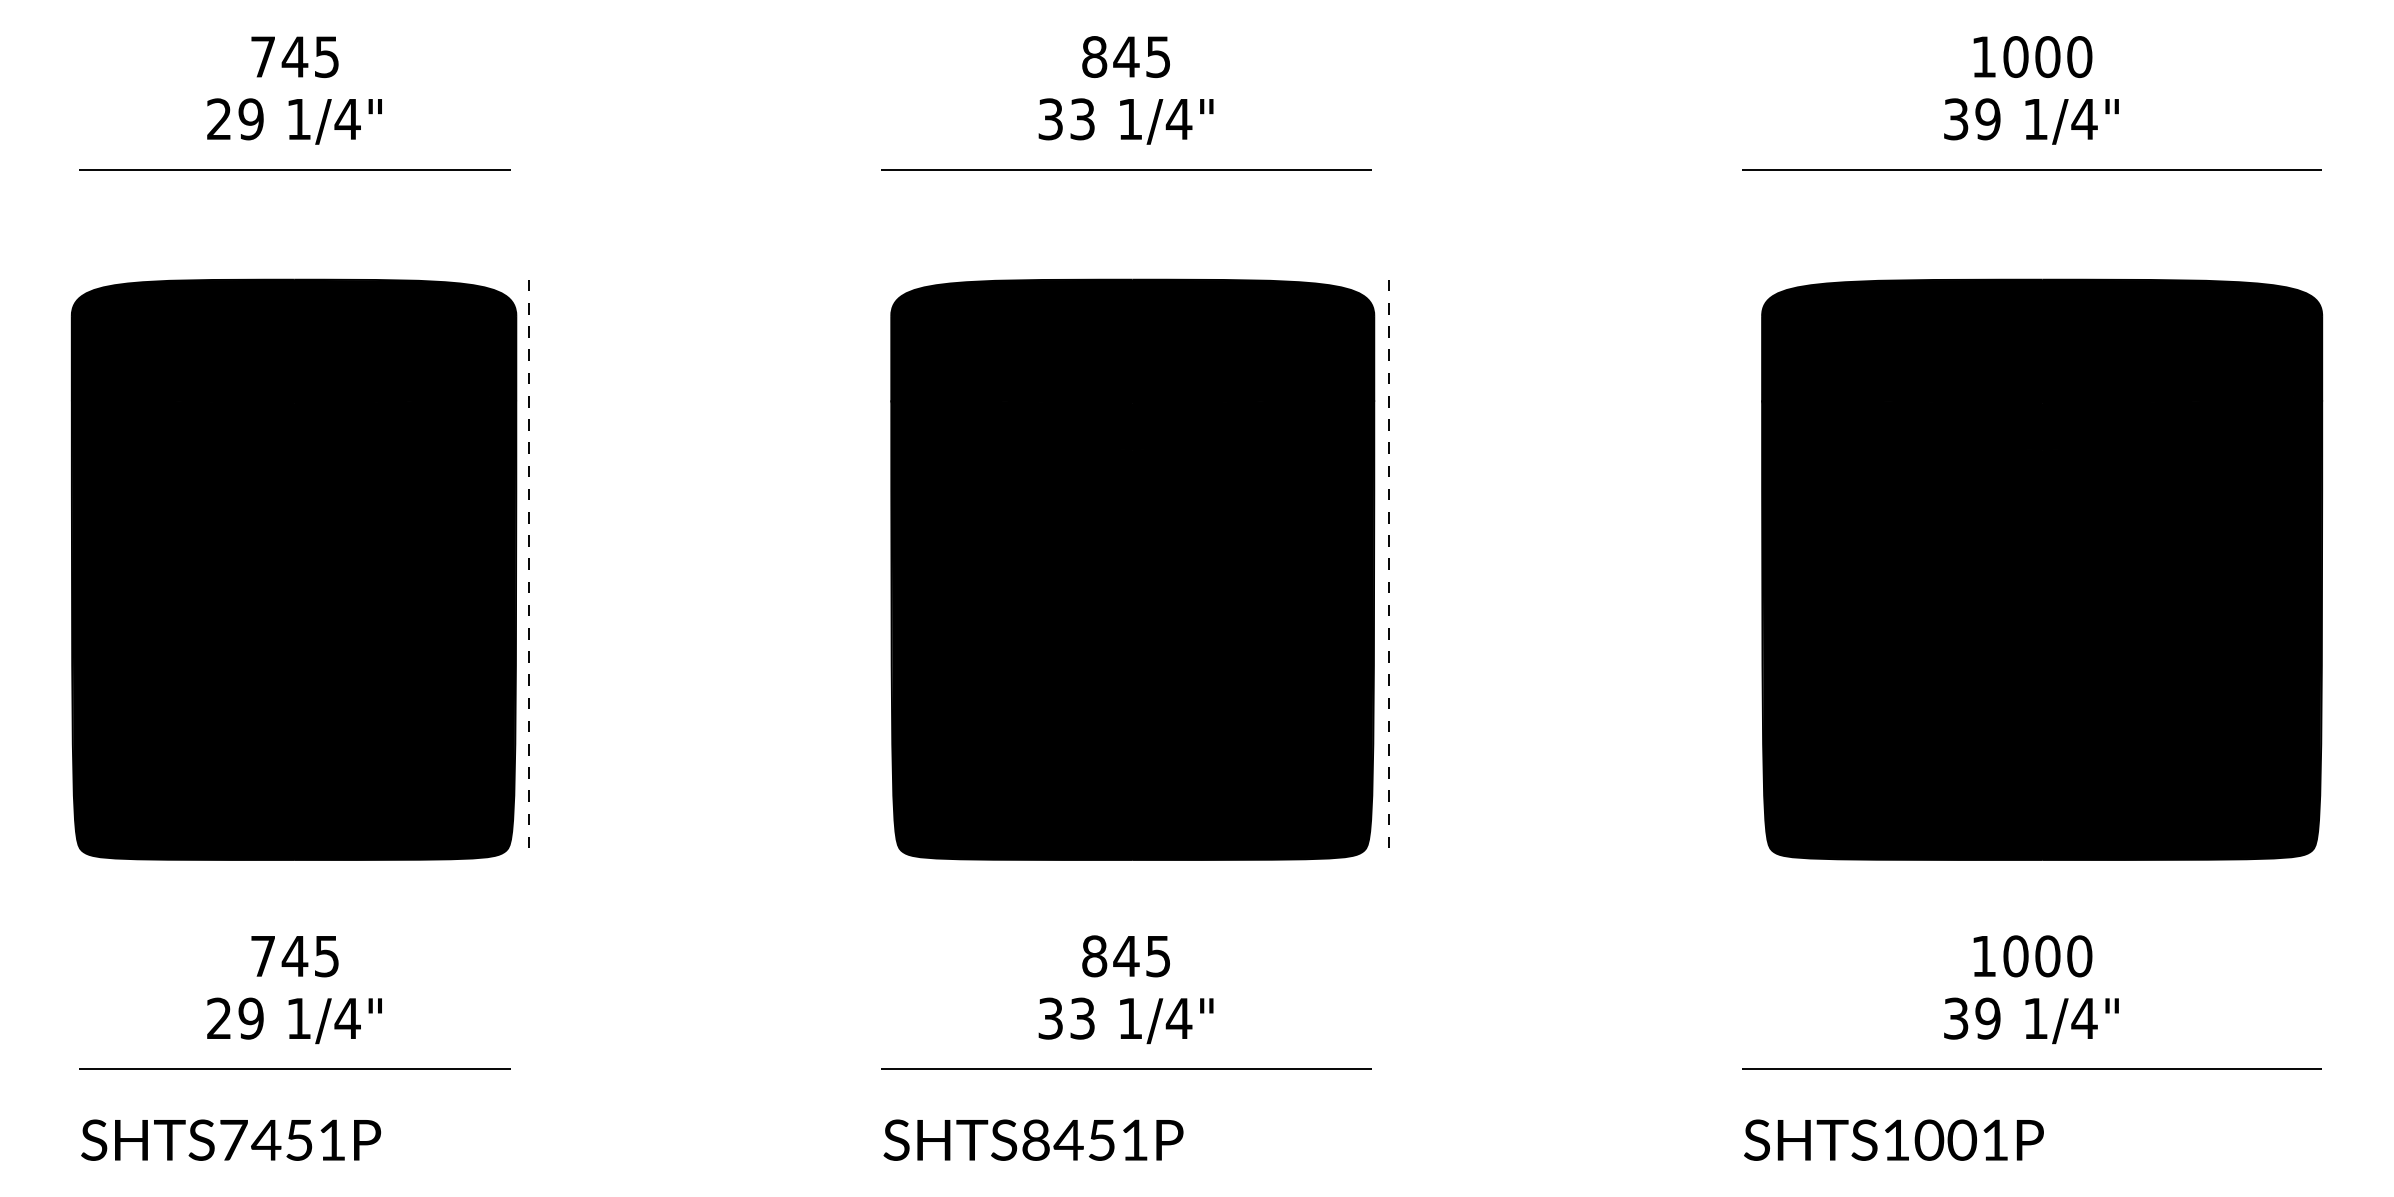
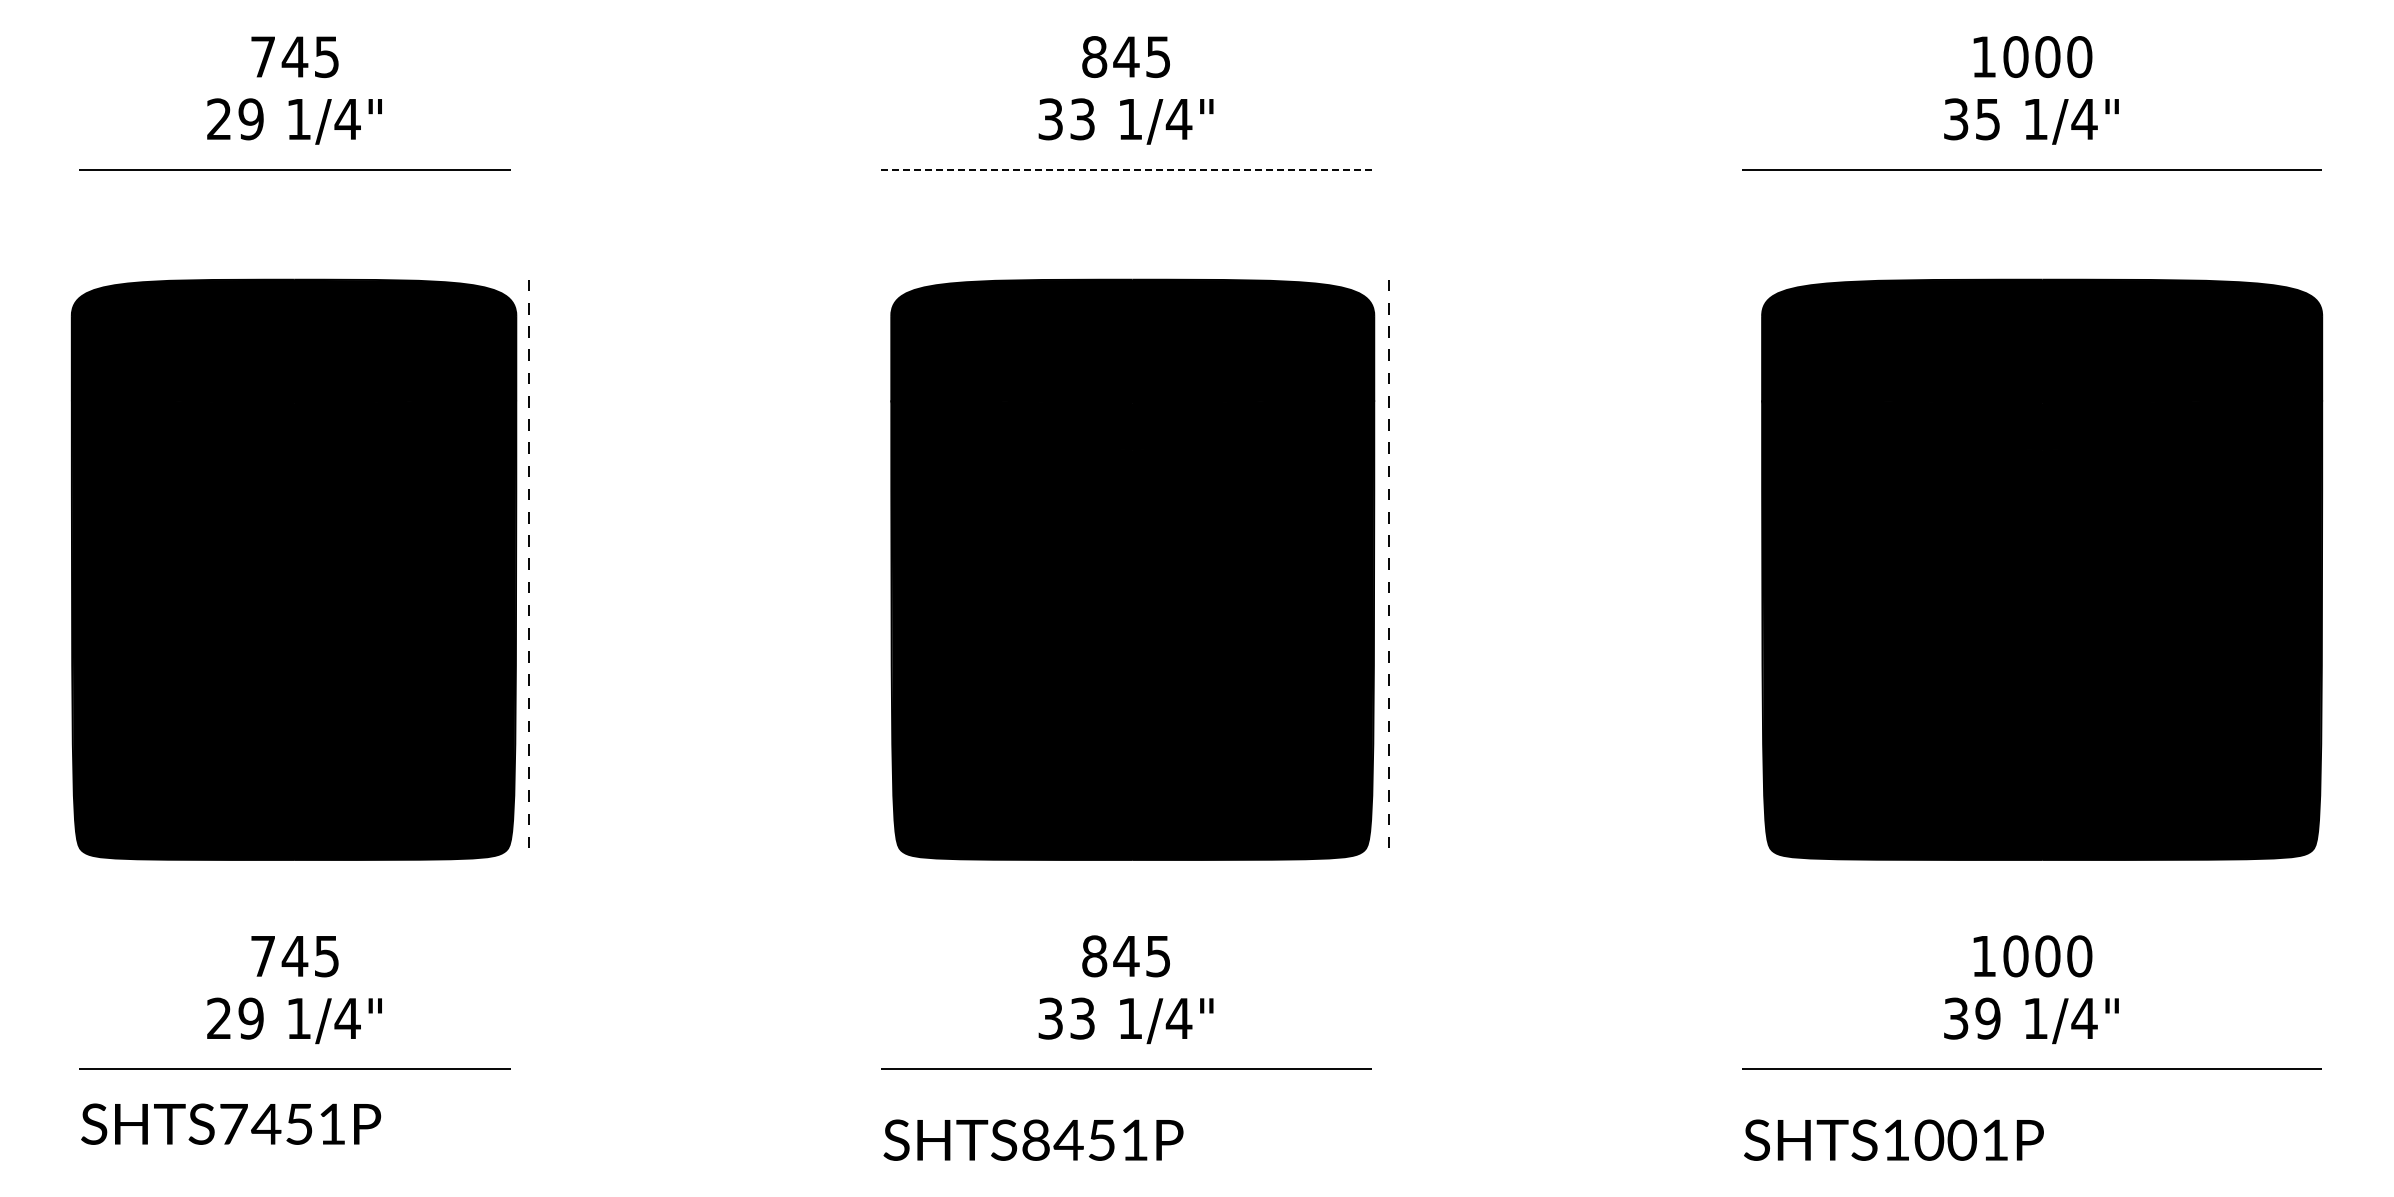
text at (1987, 119): 39 -> 35
line at (1127, 169): solid -> dashed
text at (231, 1139) position: (231, 1139) -> (231, 1123)
